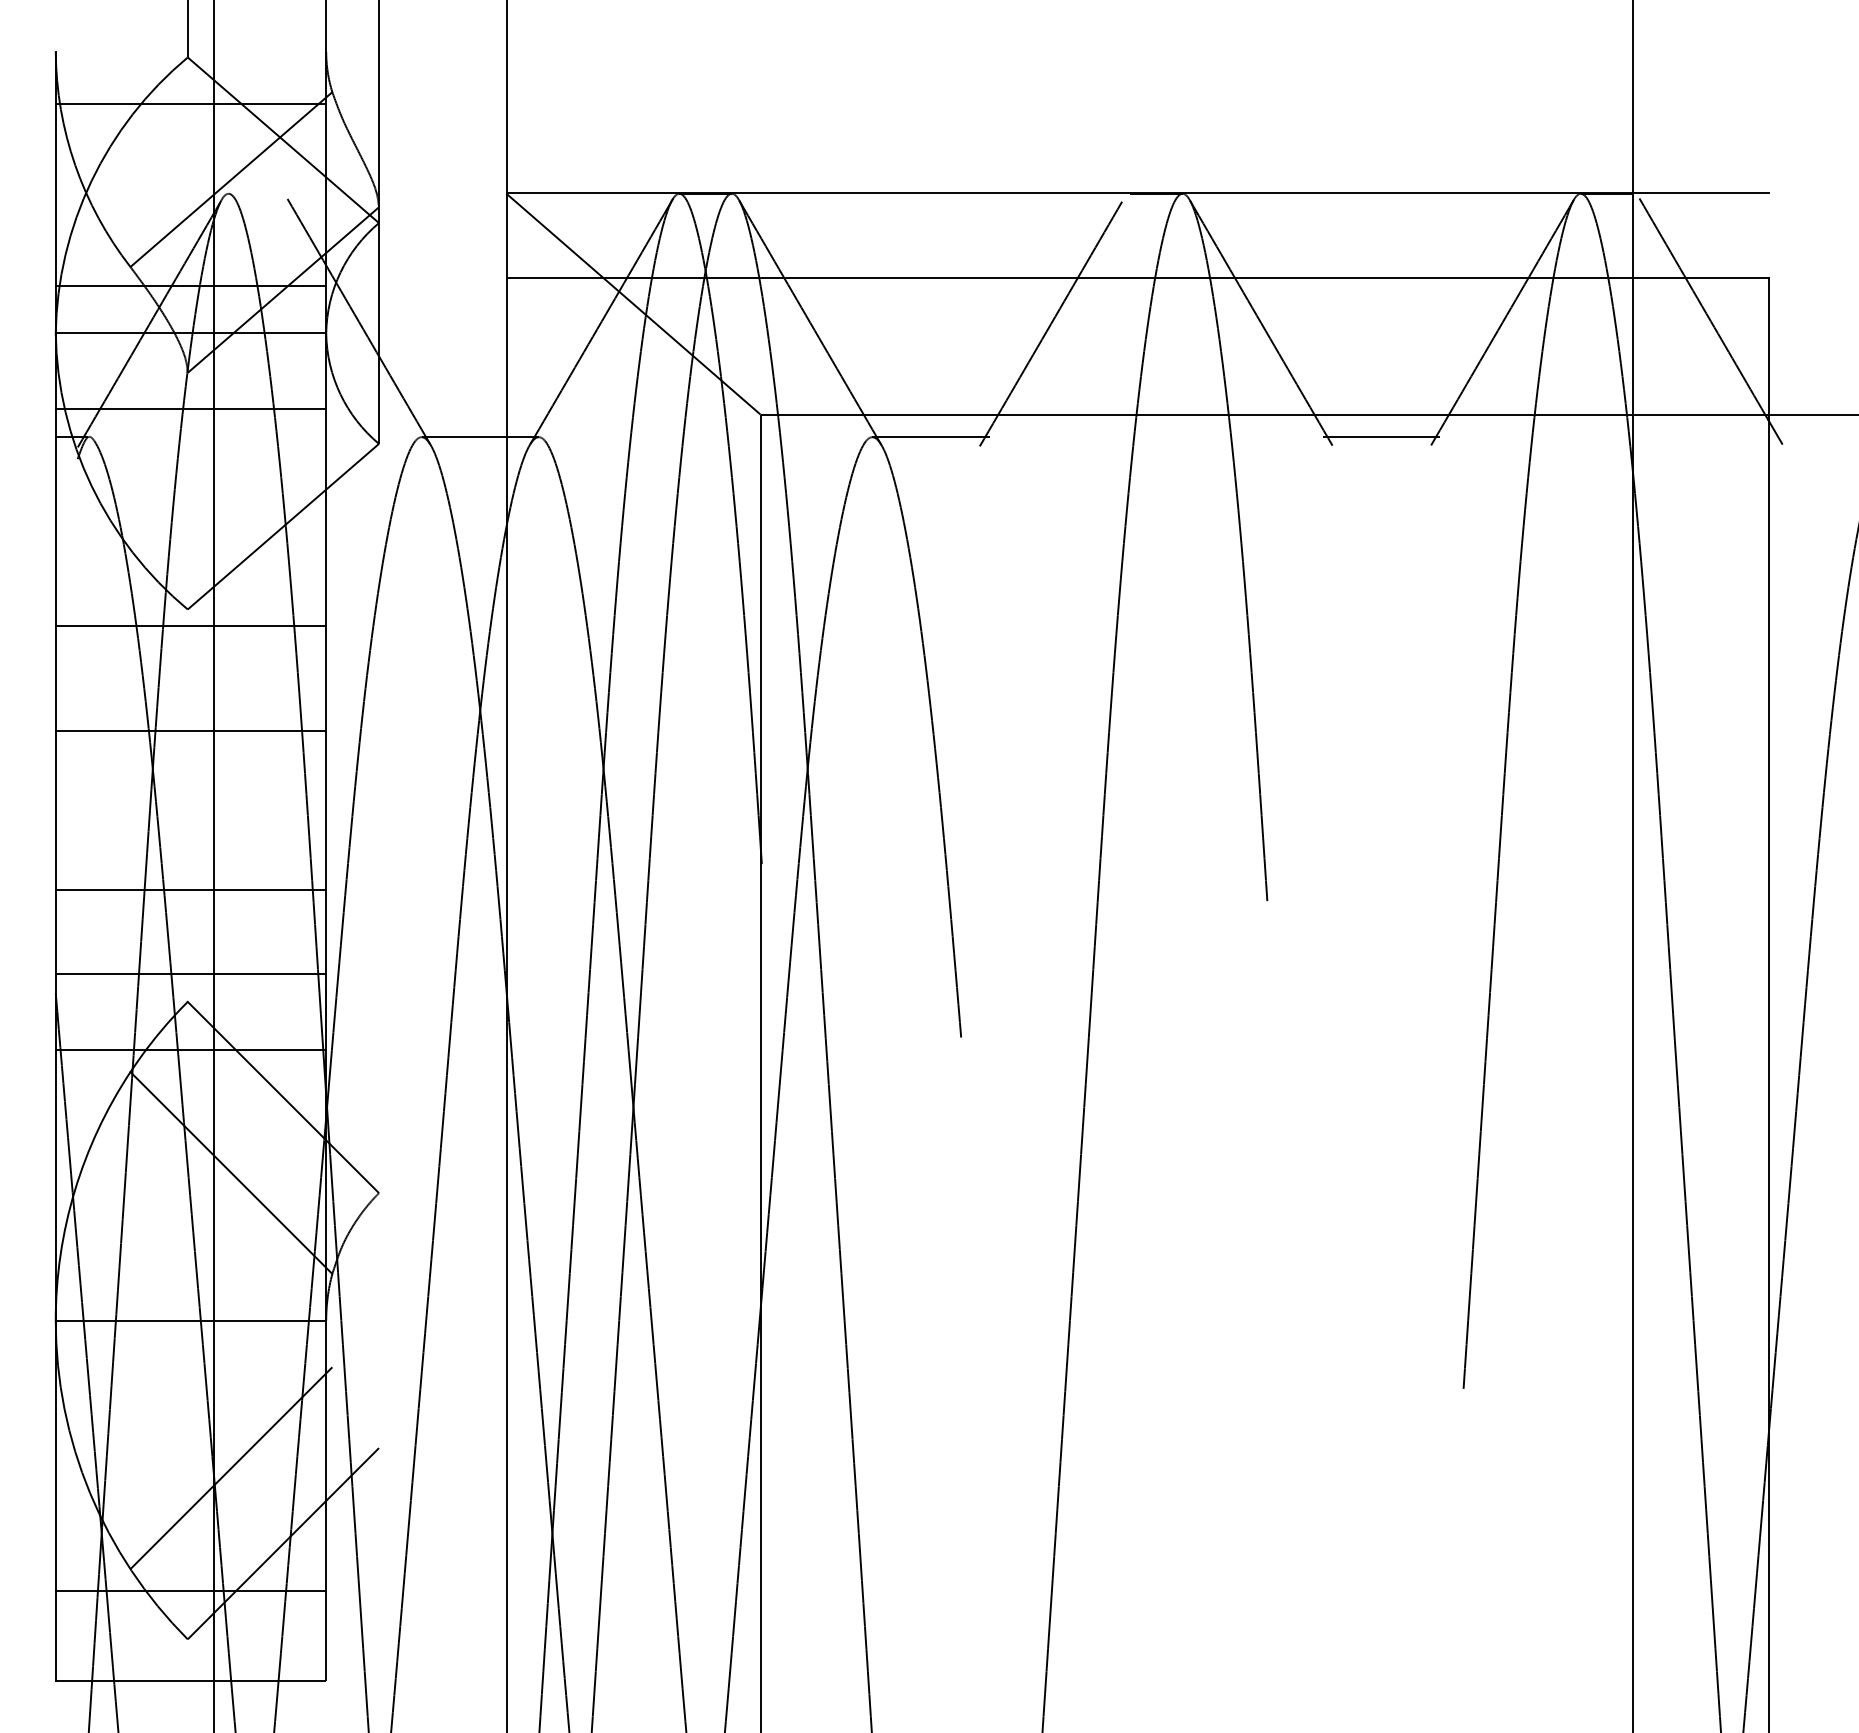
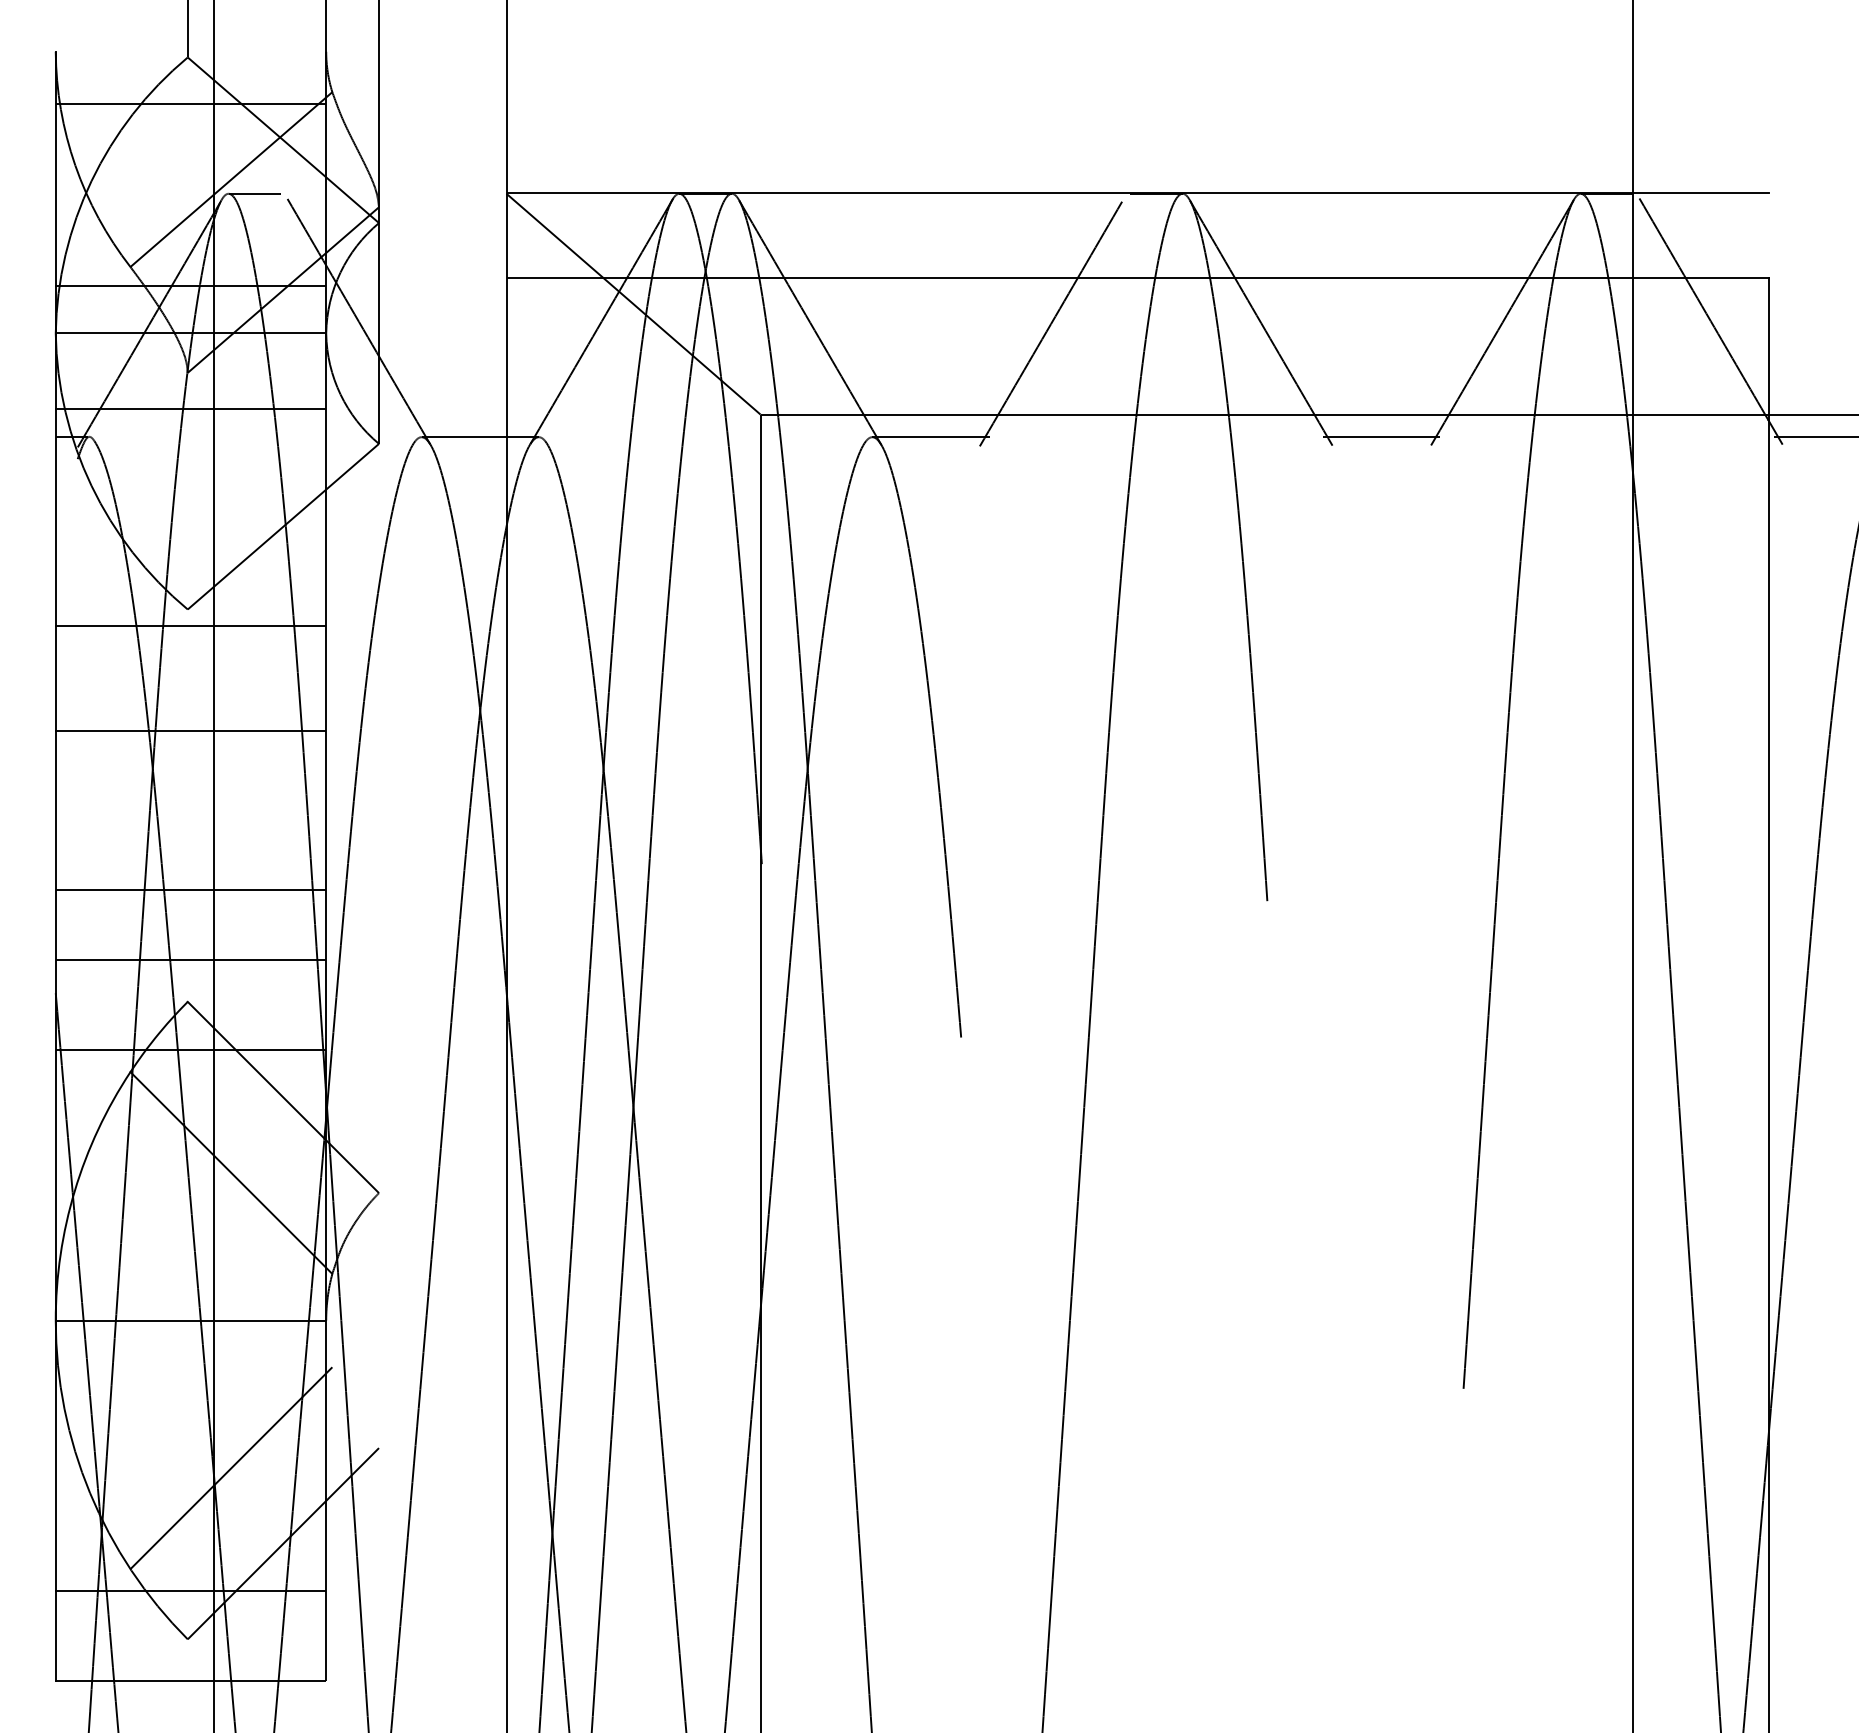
line at (254, 193): none -> present
line at (1814, 437): none -> present
line at (190, 974) position: (190, 974) -> (190, 960)
